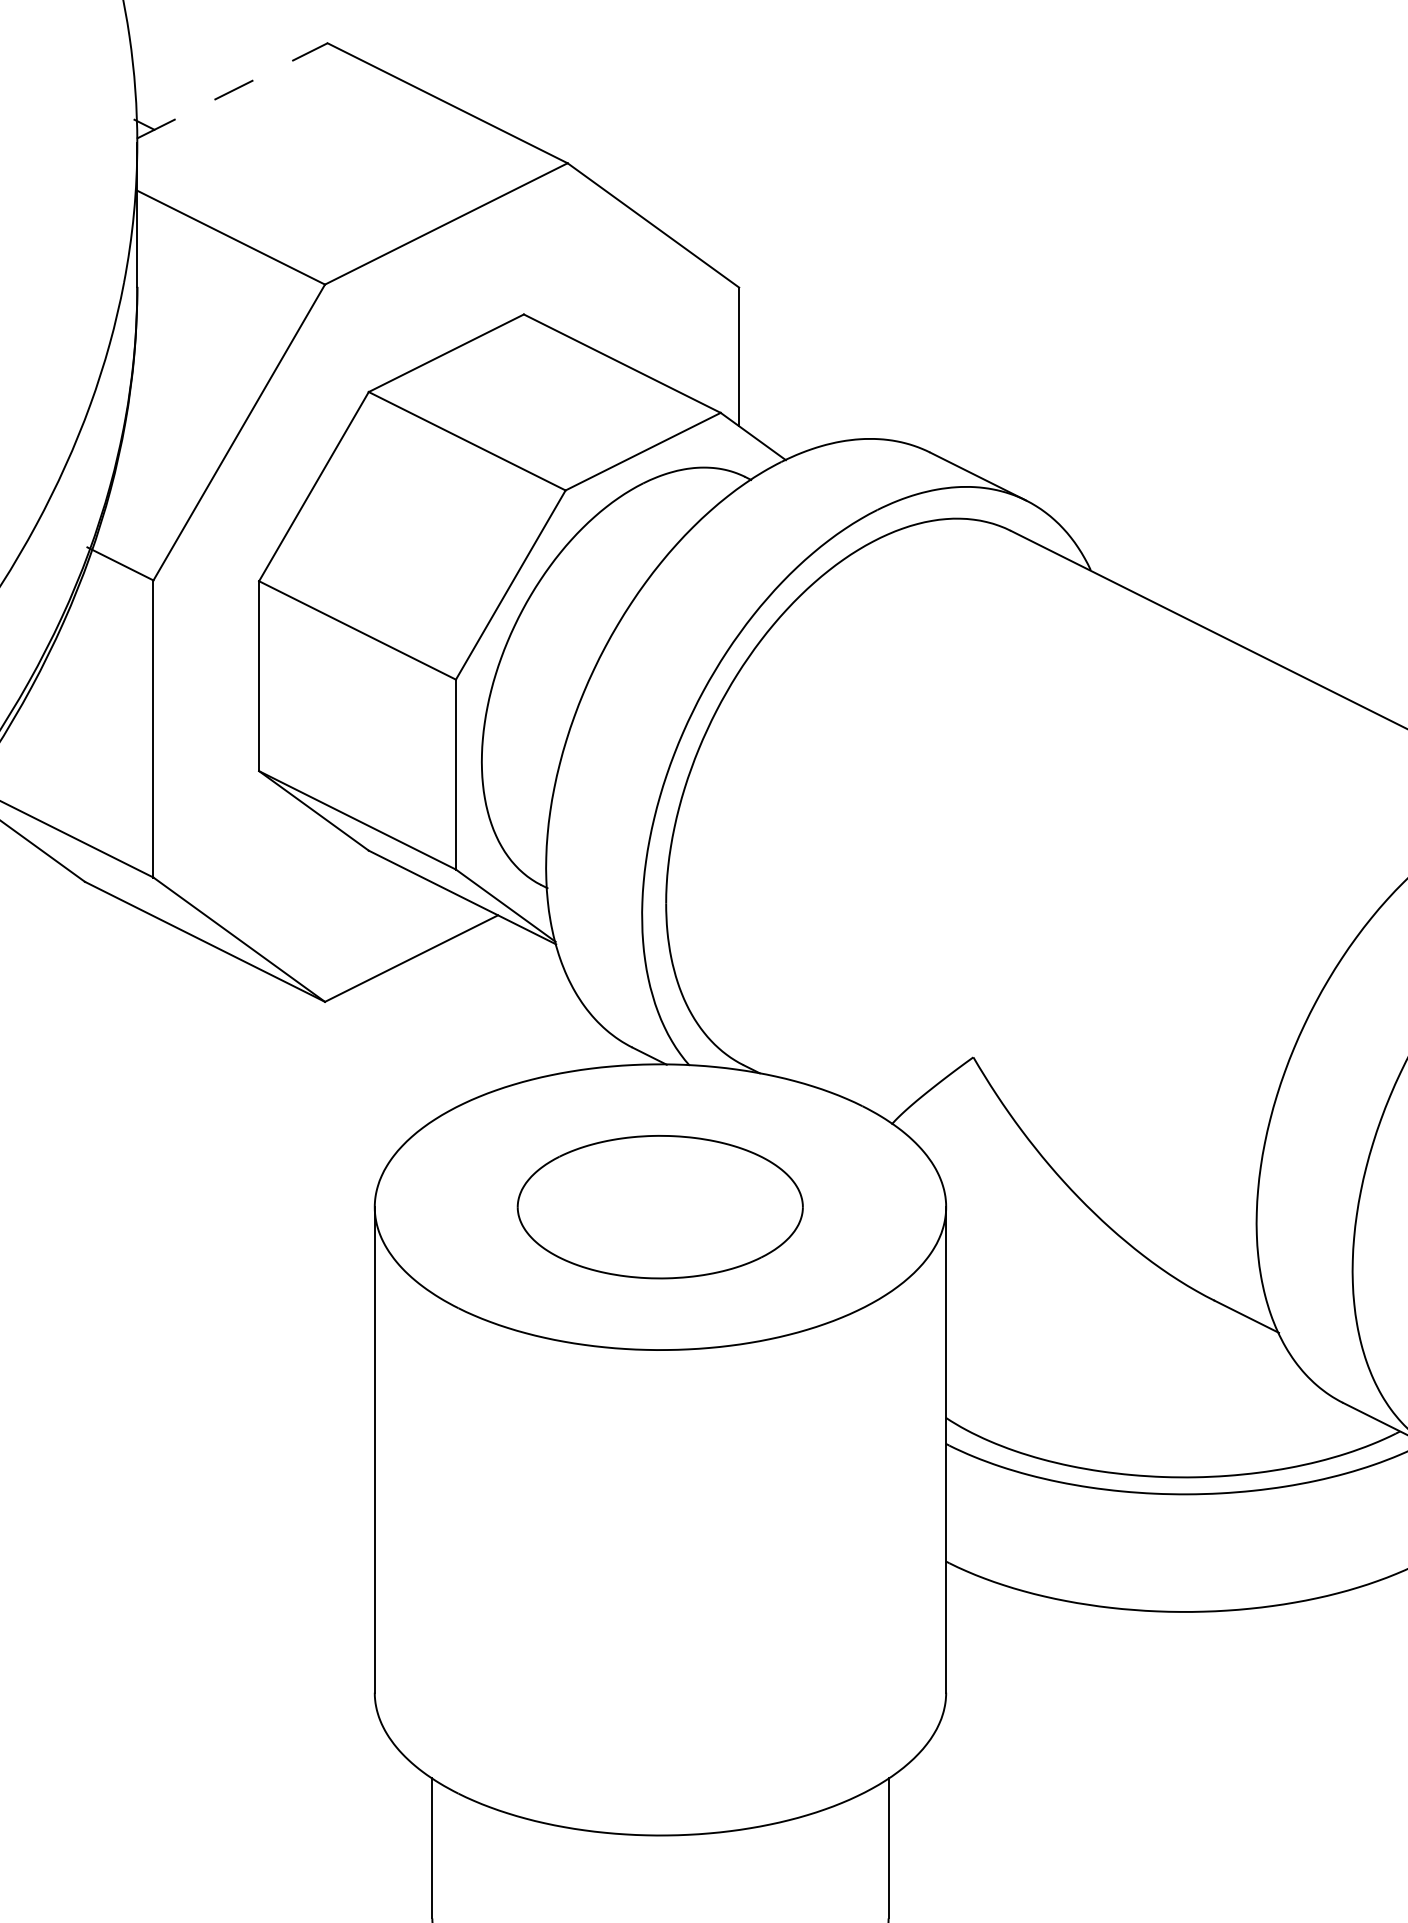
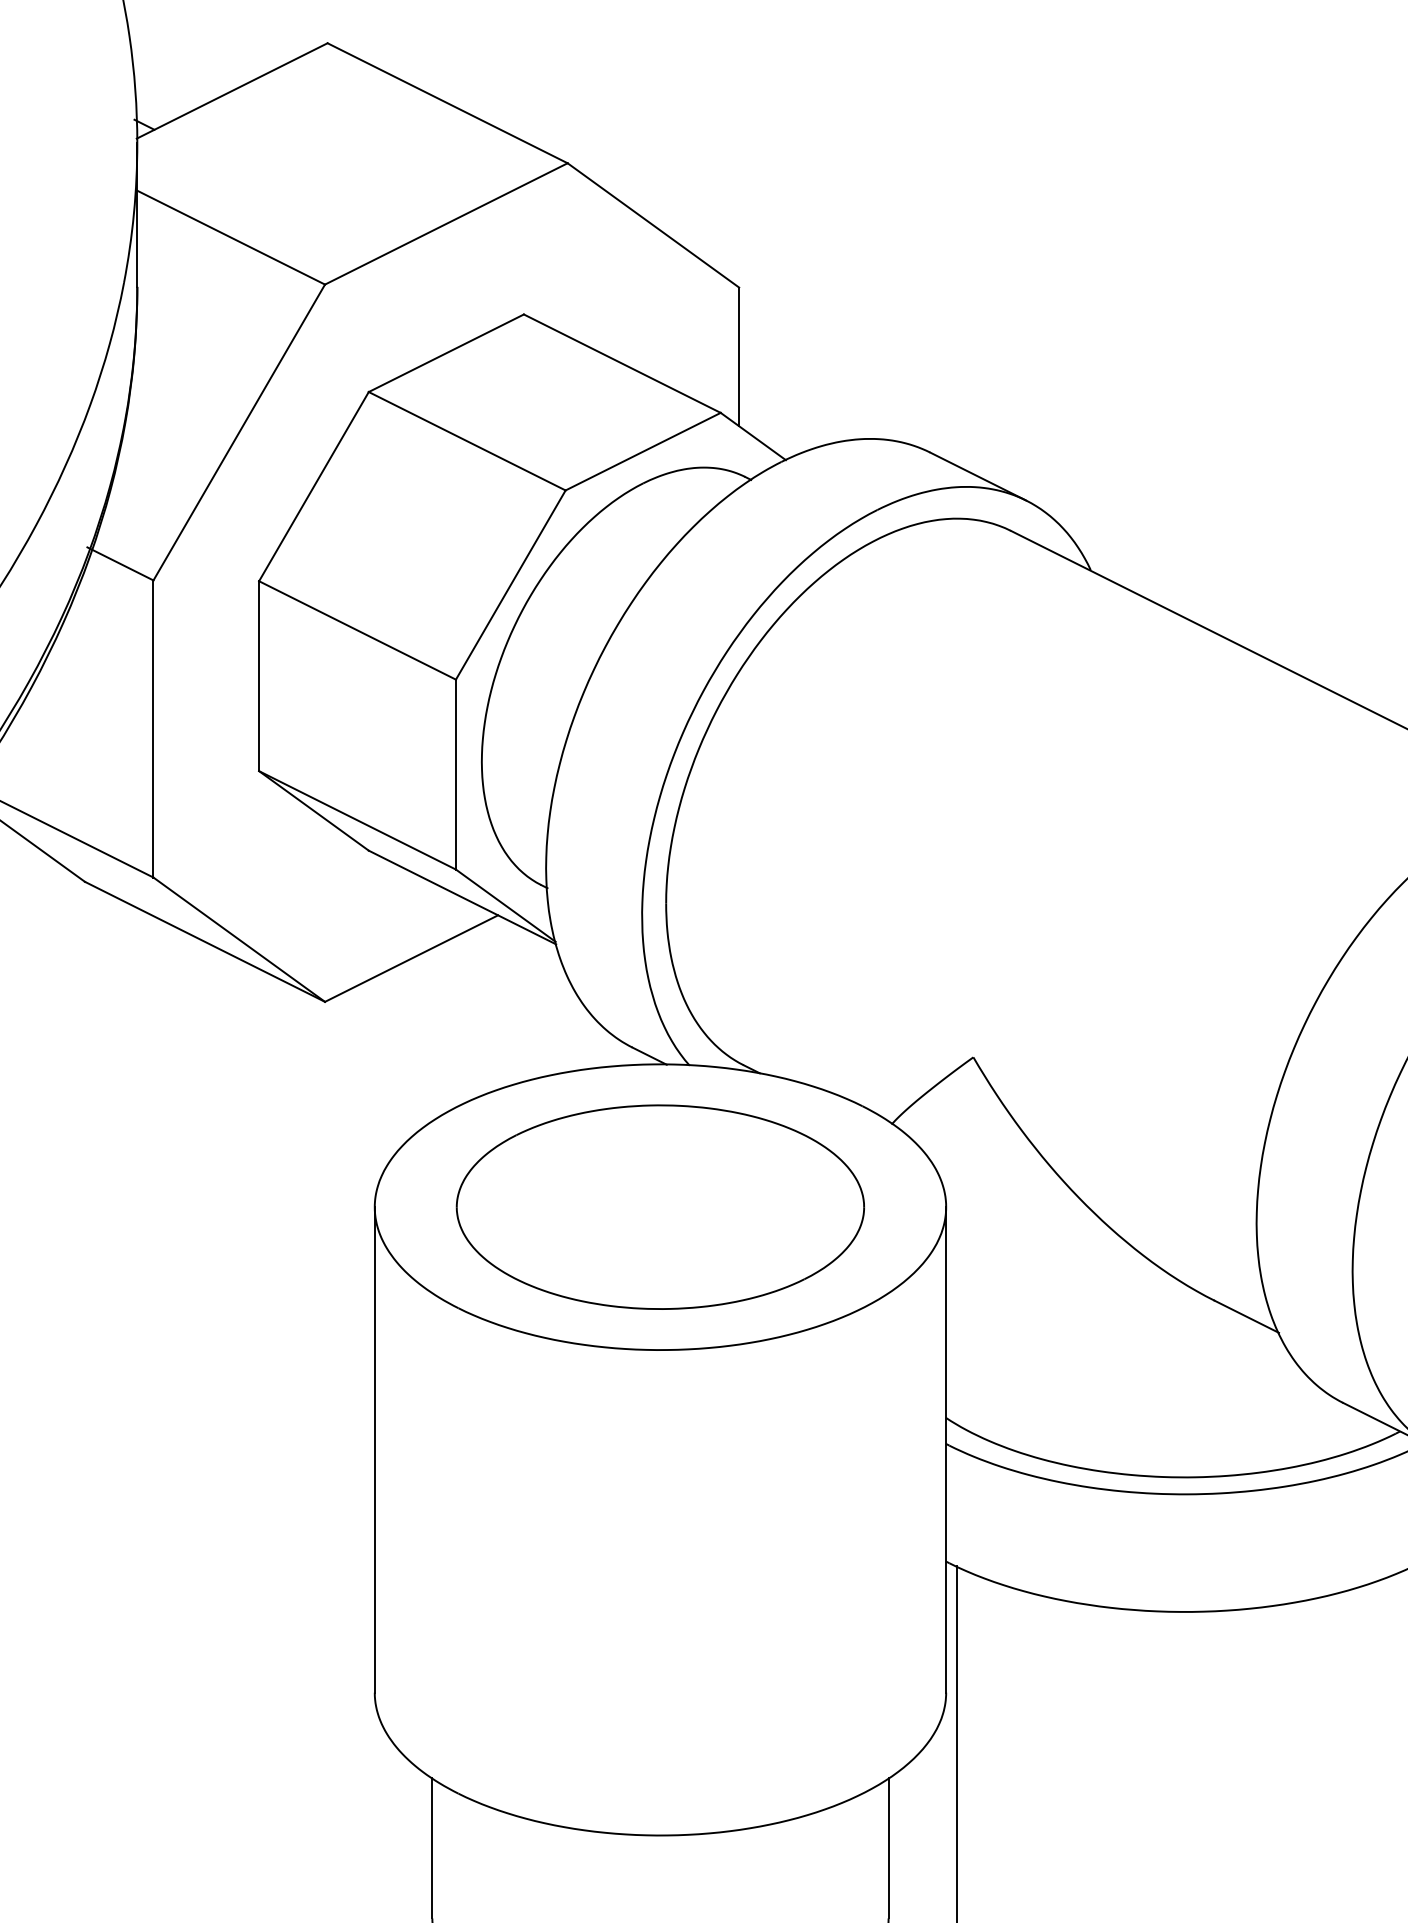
line at (232, 90): dashed -> solid
part at (659, 1207) size: 288x145 px -> 410x206 px
line at (956, 1742): none -> present
